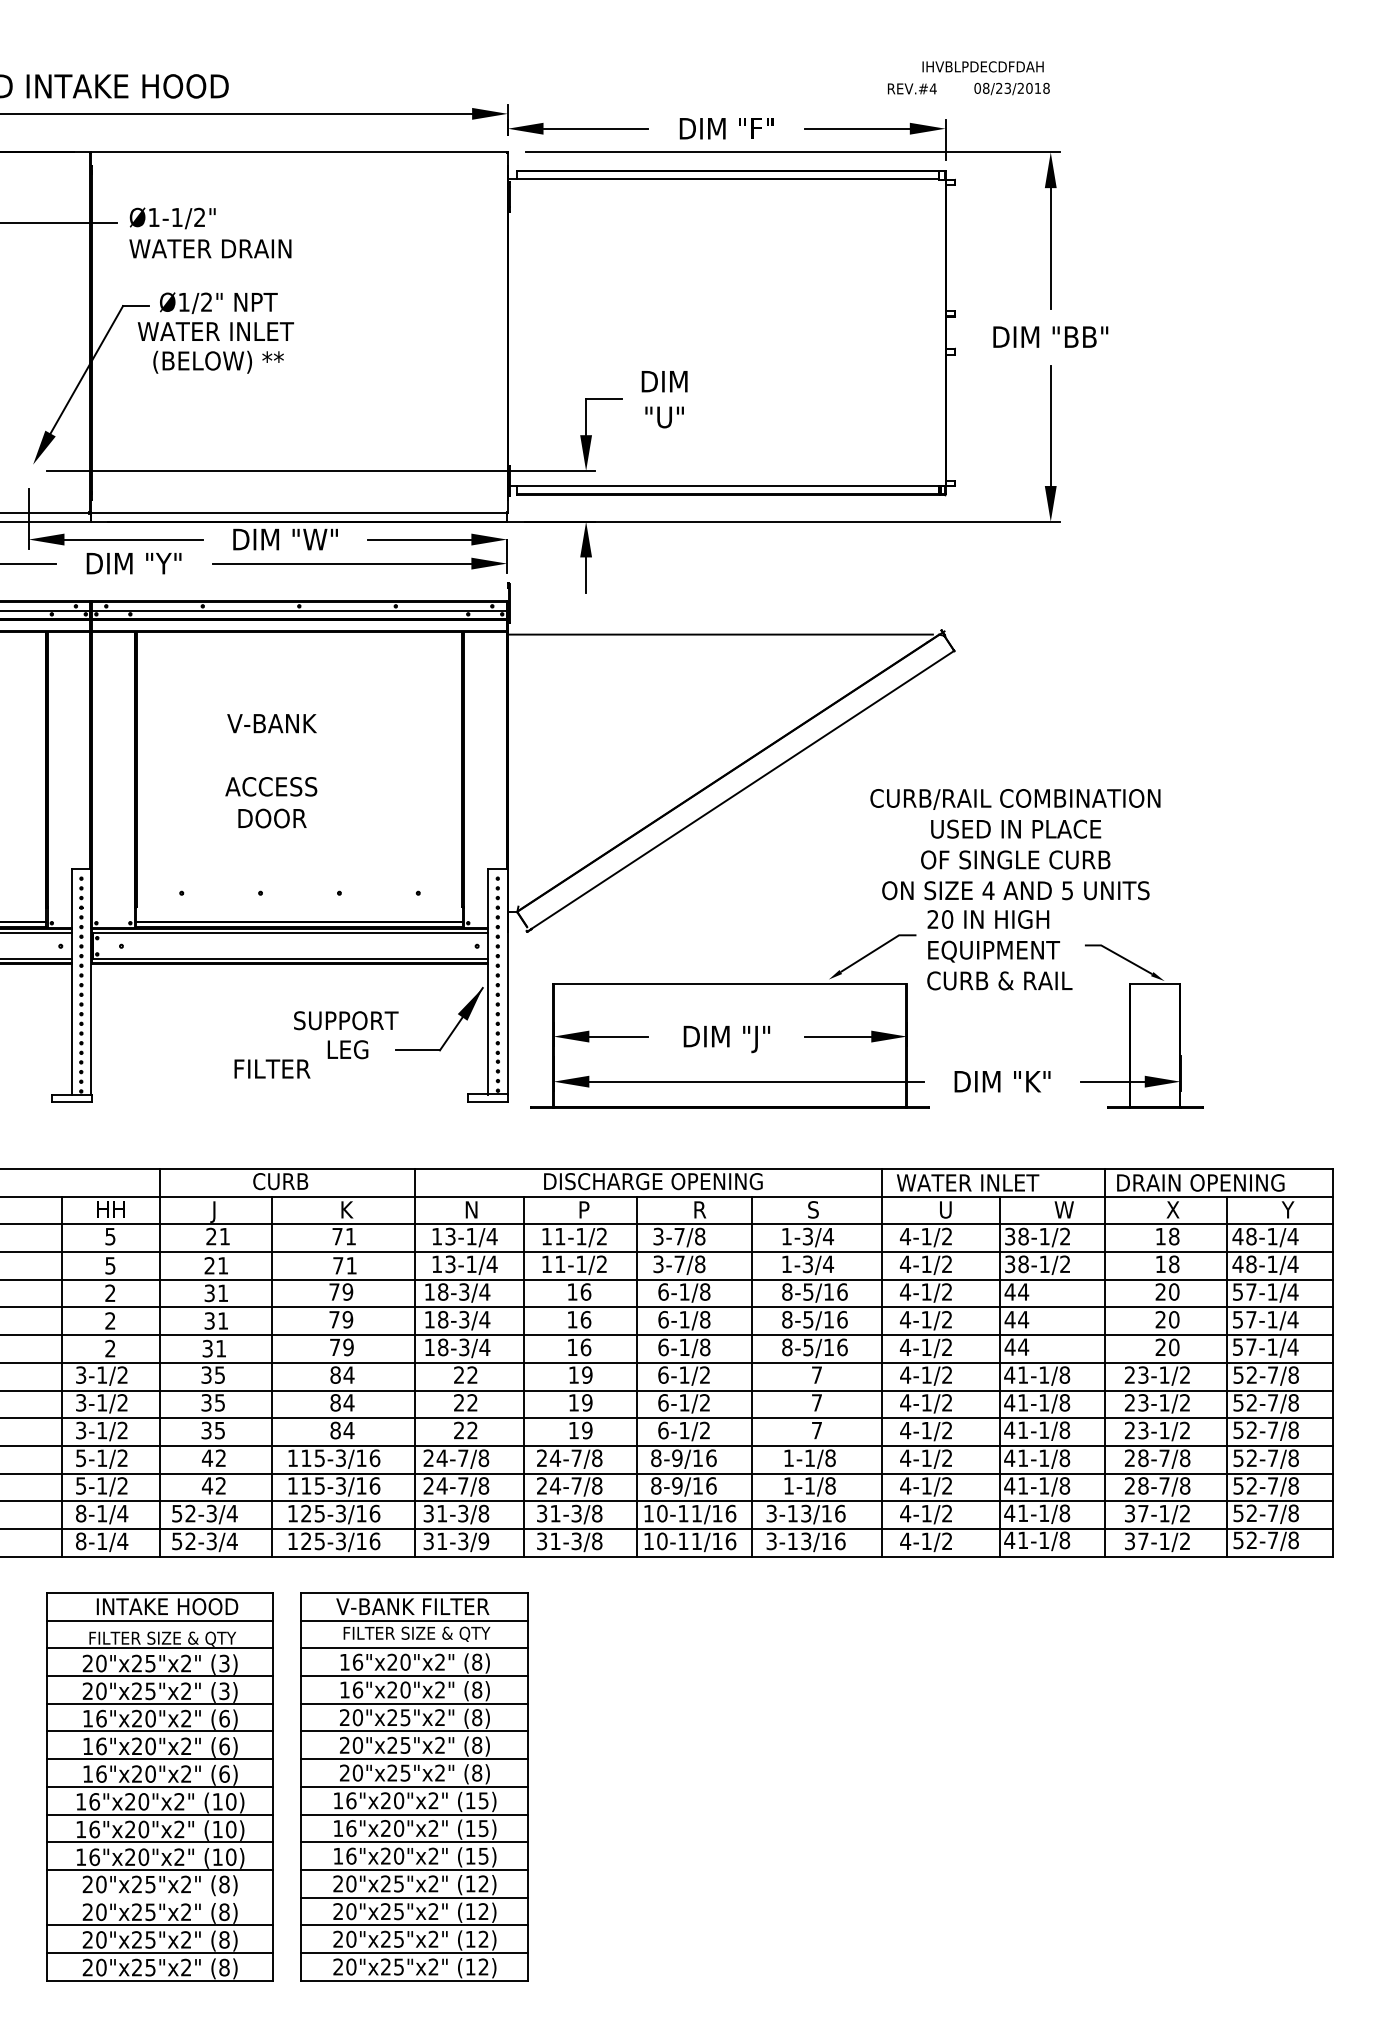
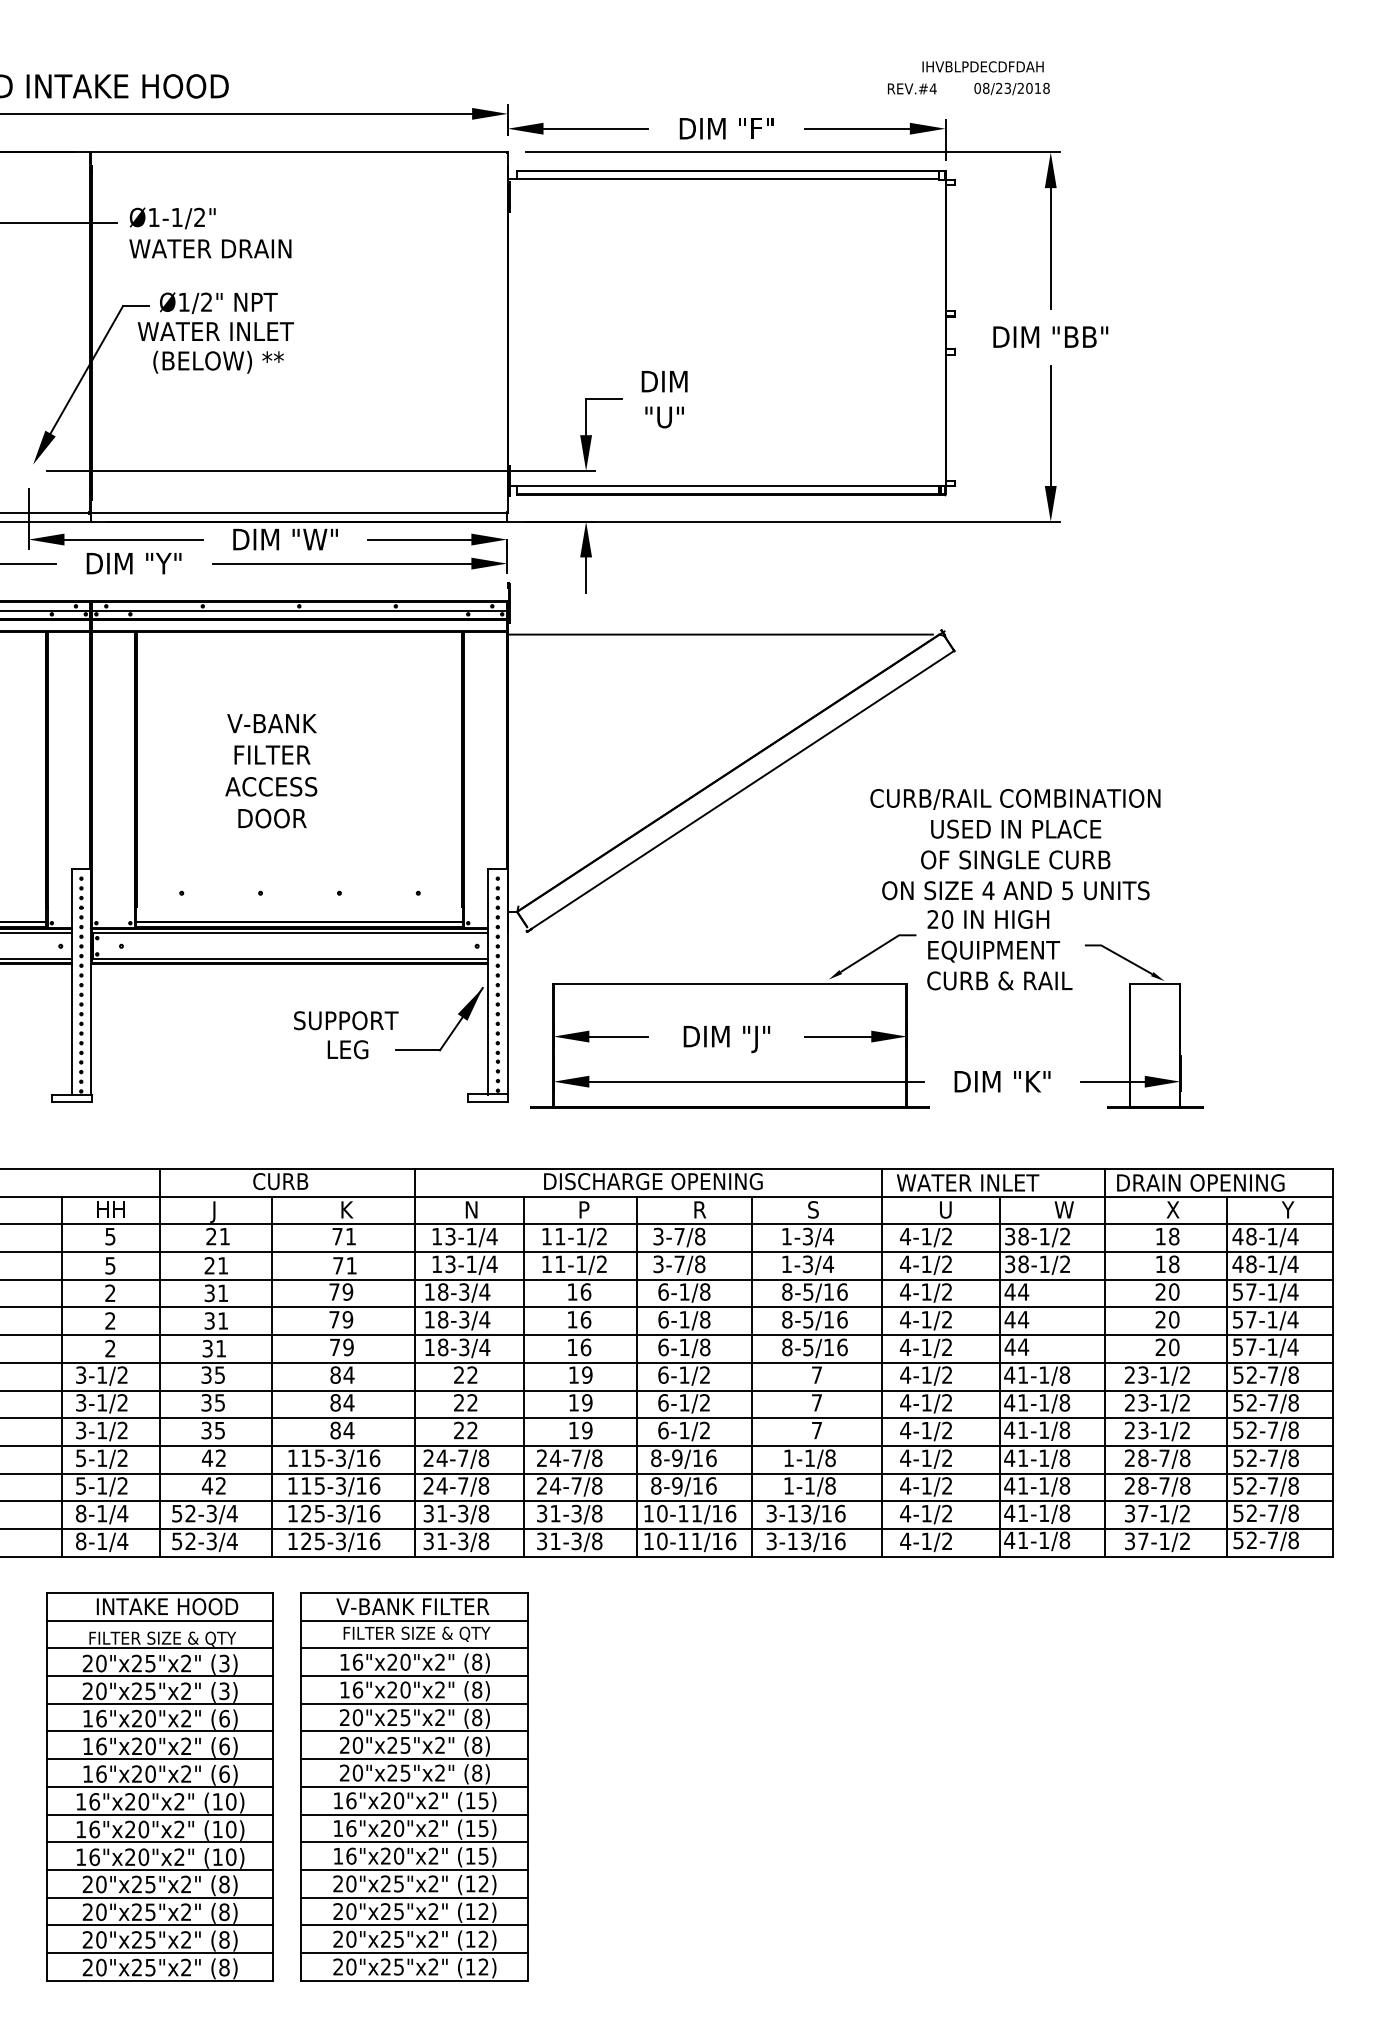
text at (272, 1068) position: (272, 1068) -> (272, 754)
text at (483, 1541): 31-3/9 -> 31-3/8
line at (159, 1897): none -> present
